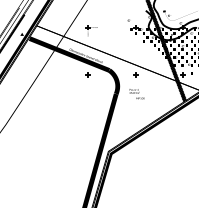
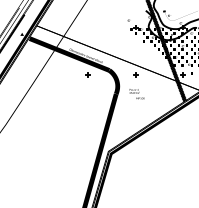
part at (91, 30): present -> none
